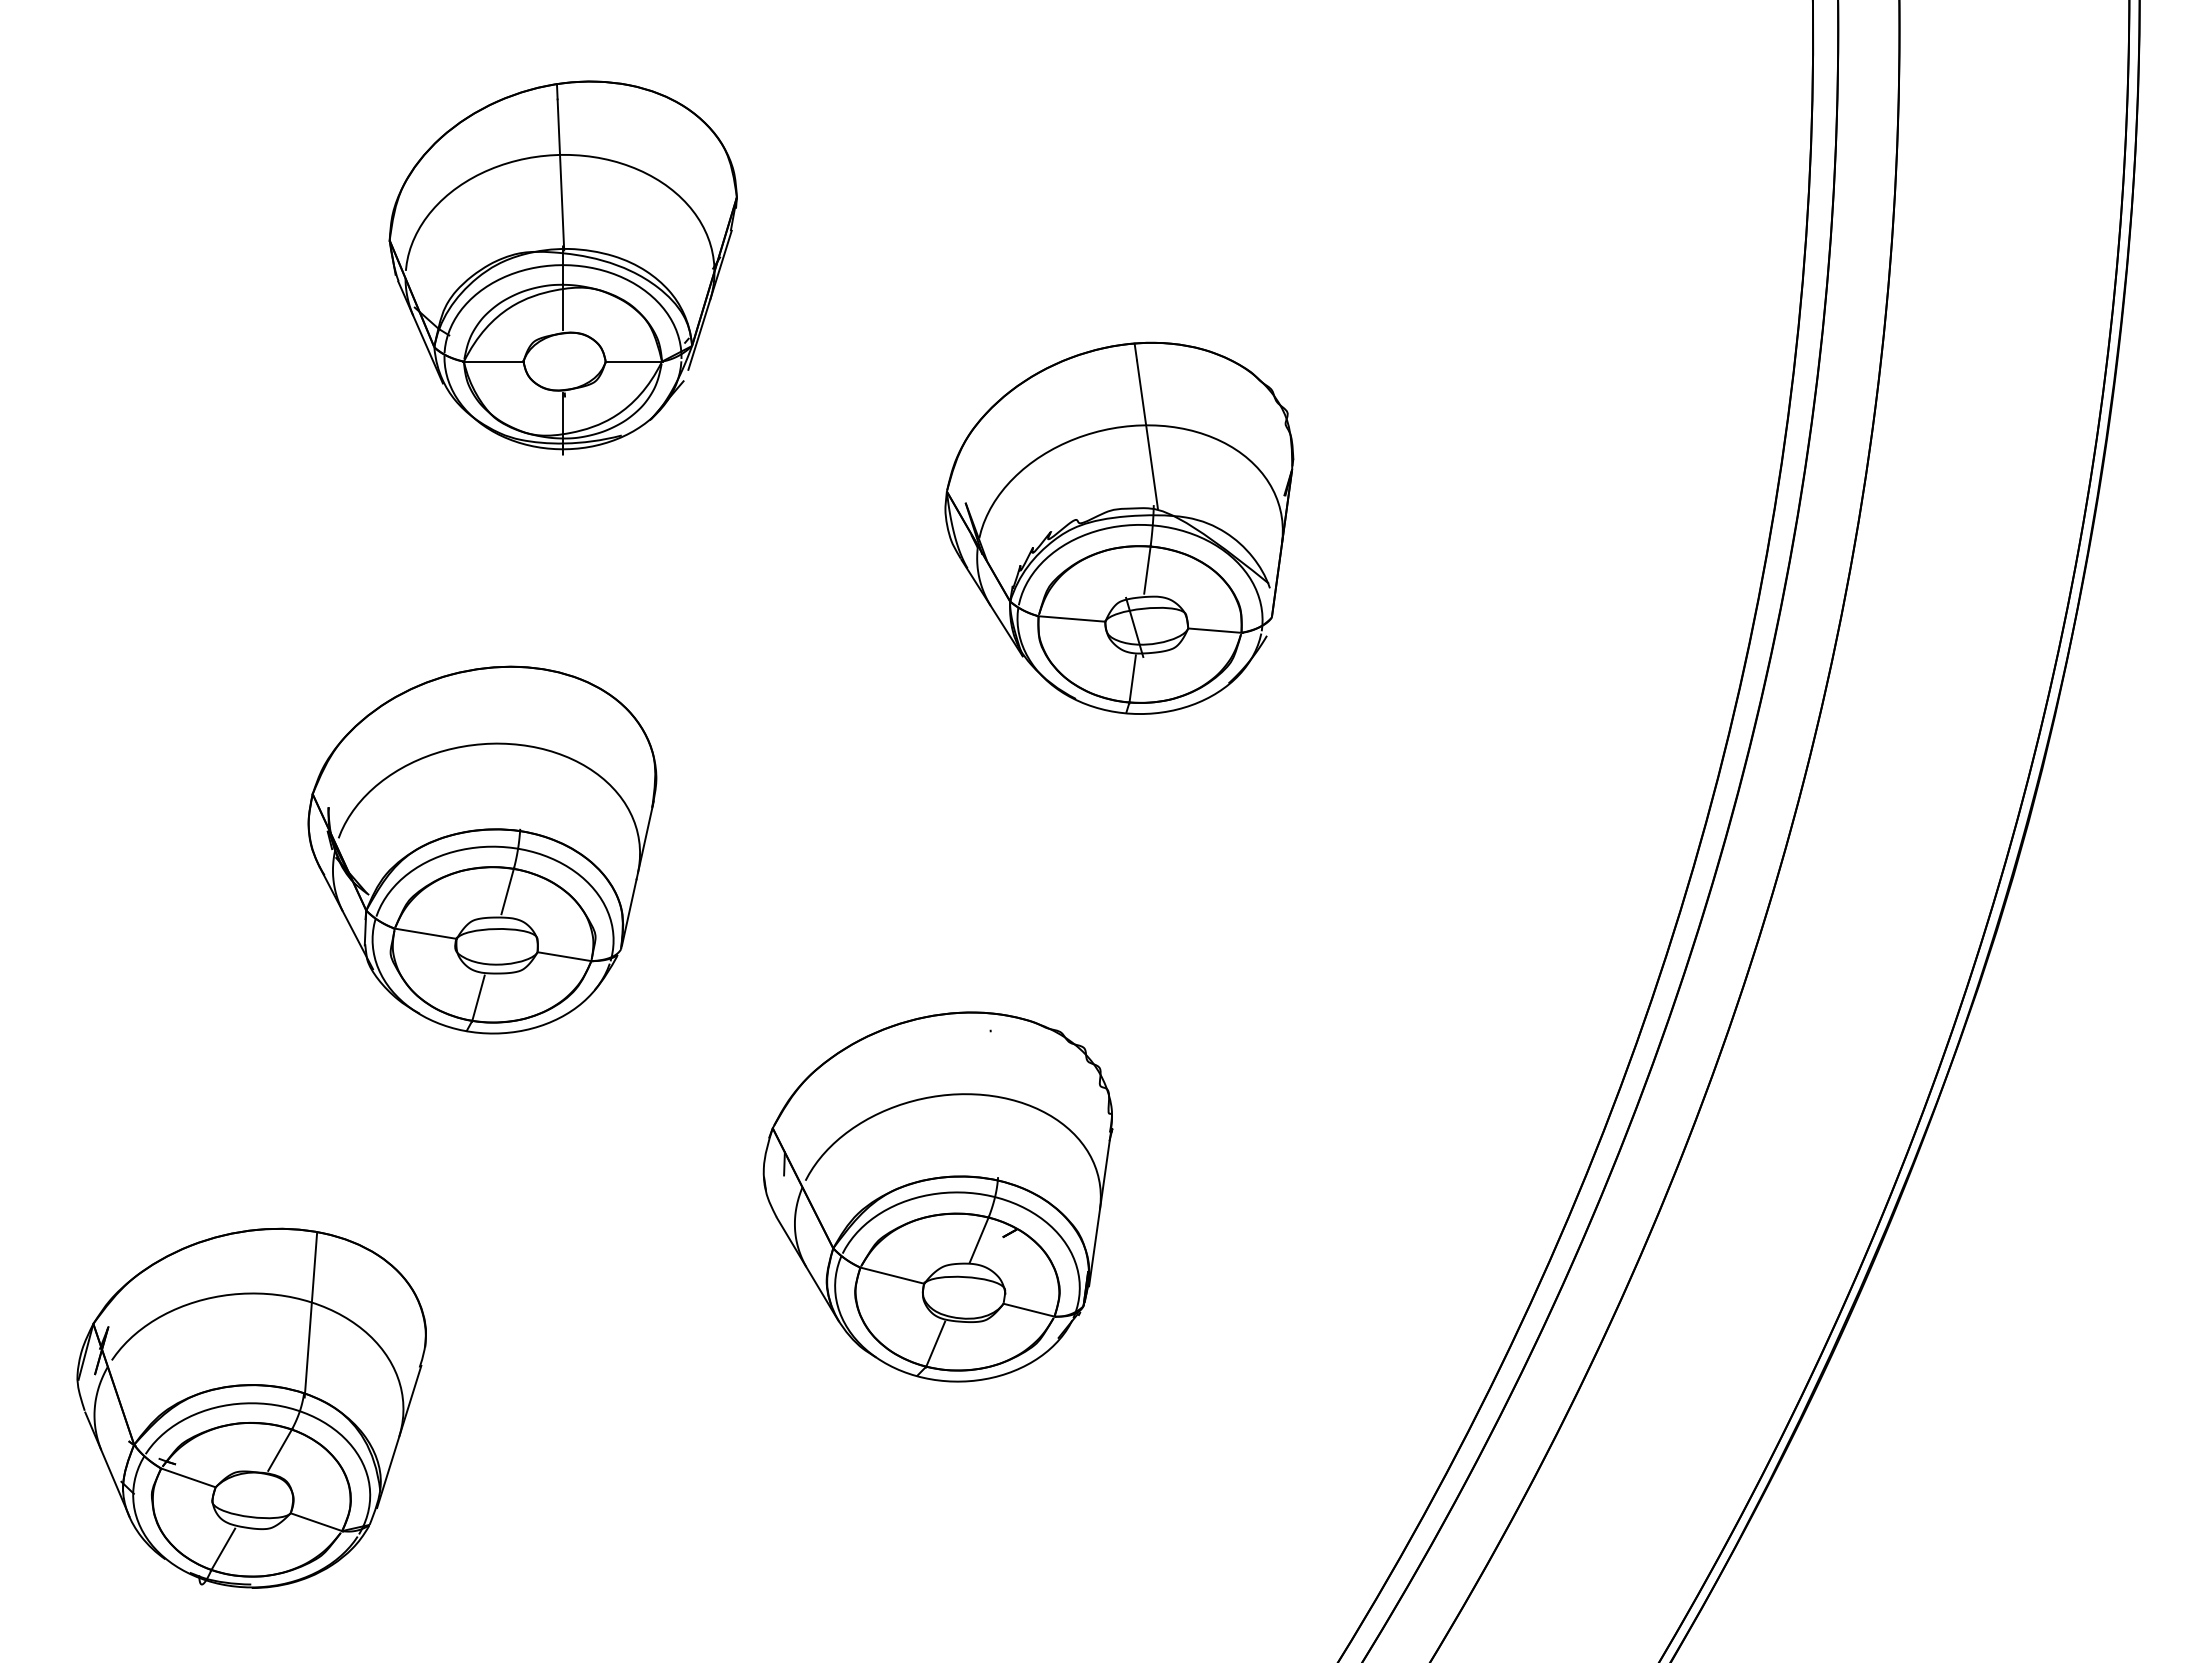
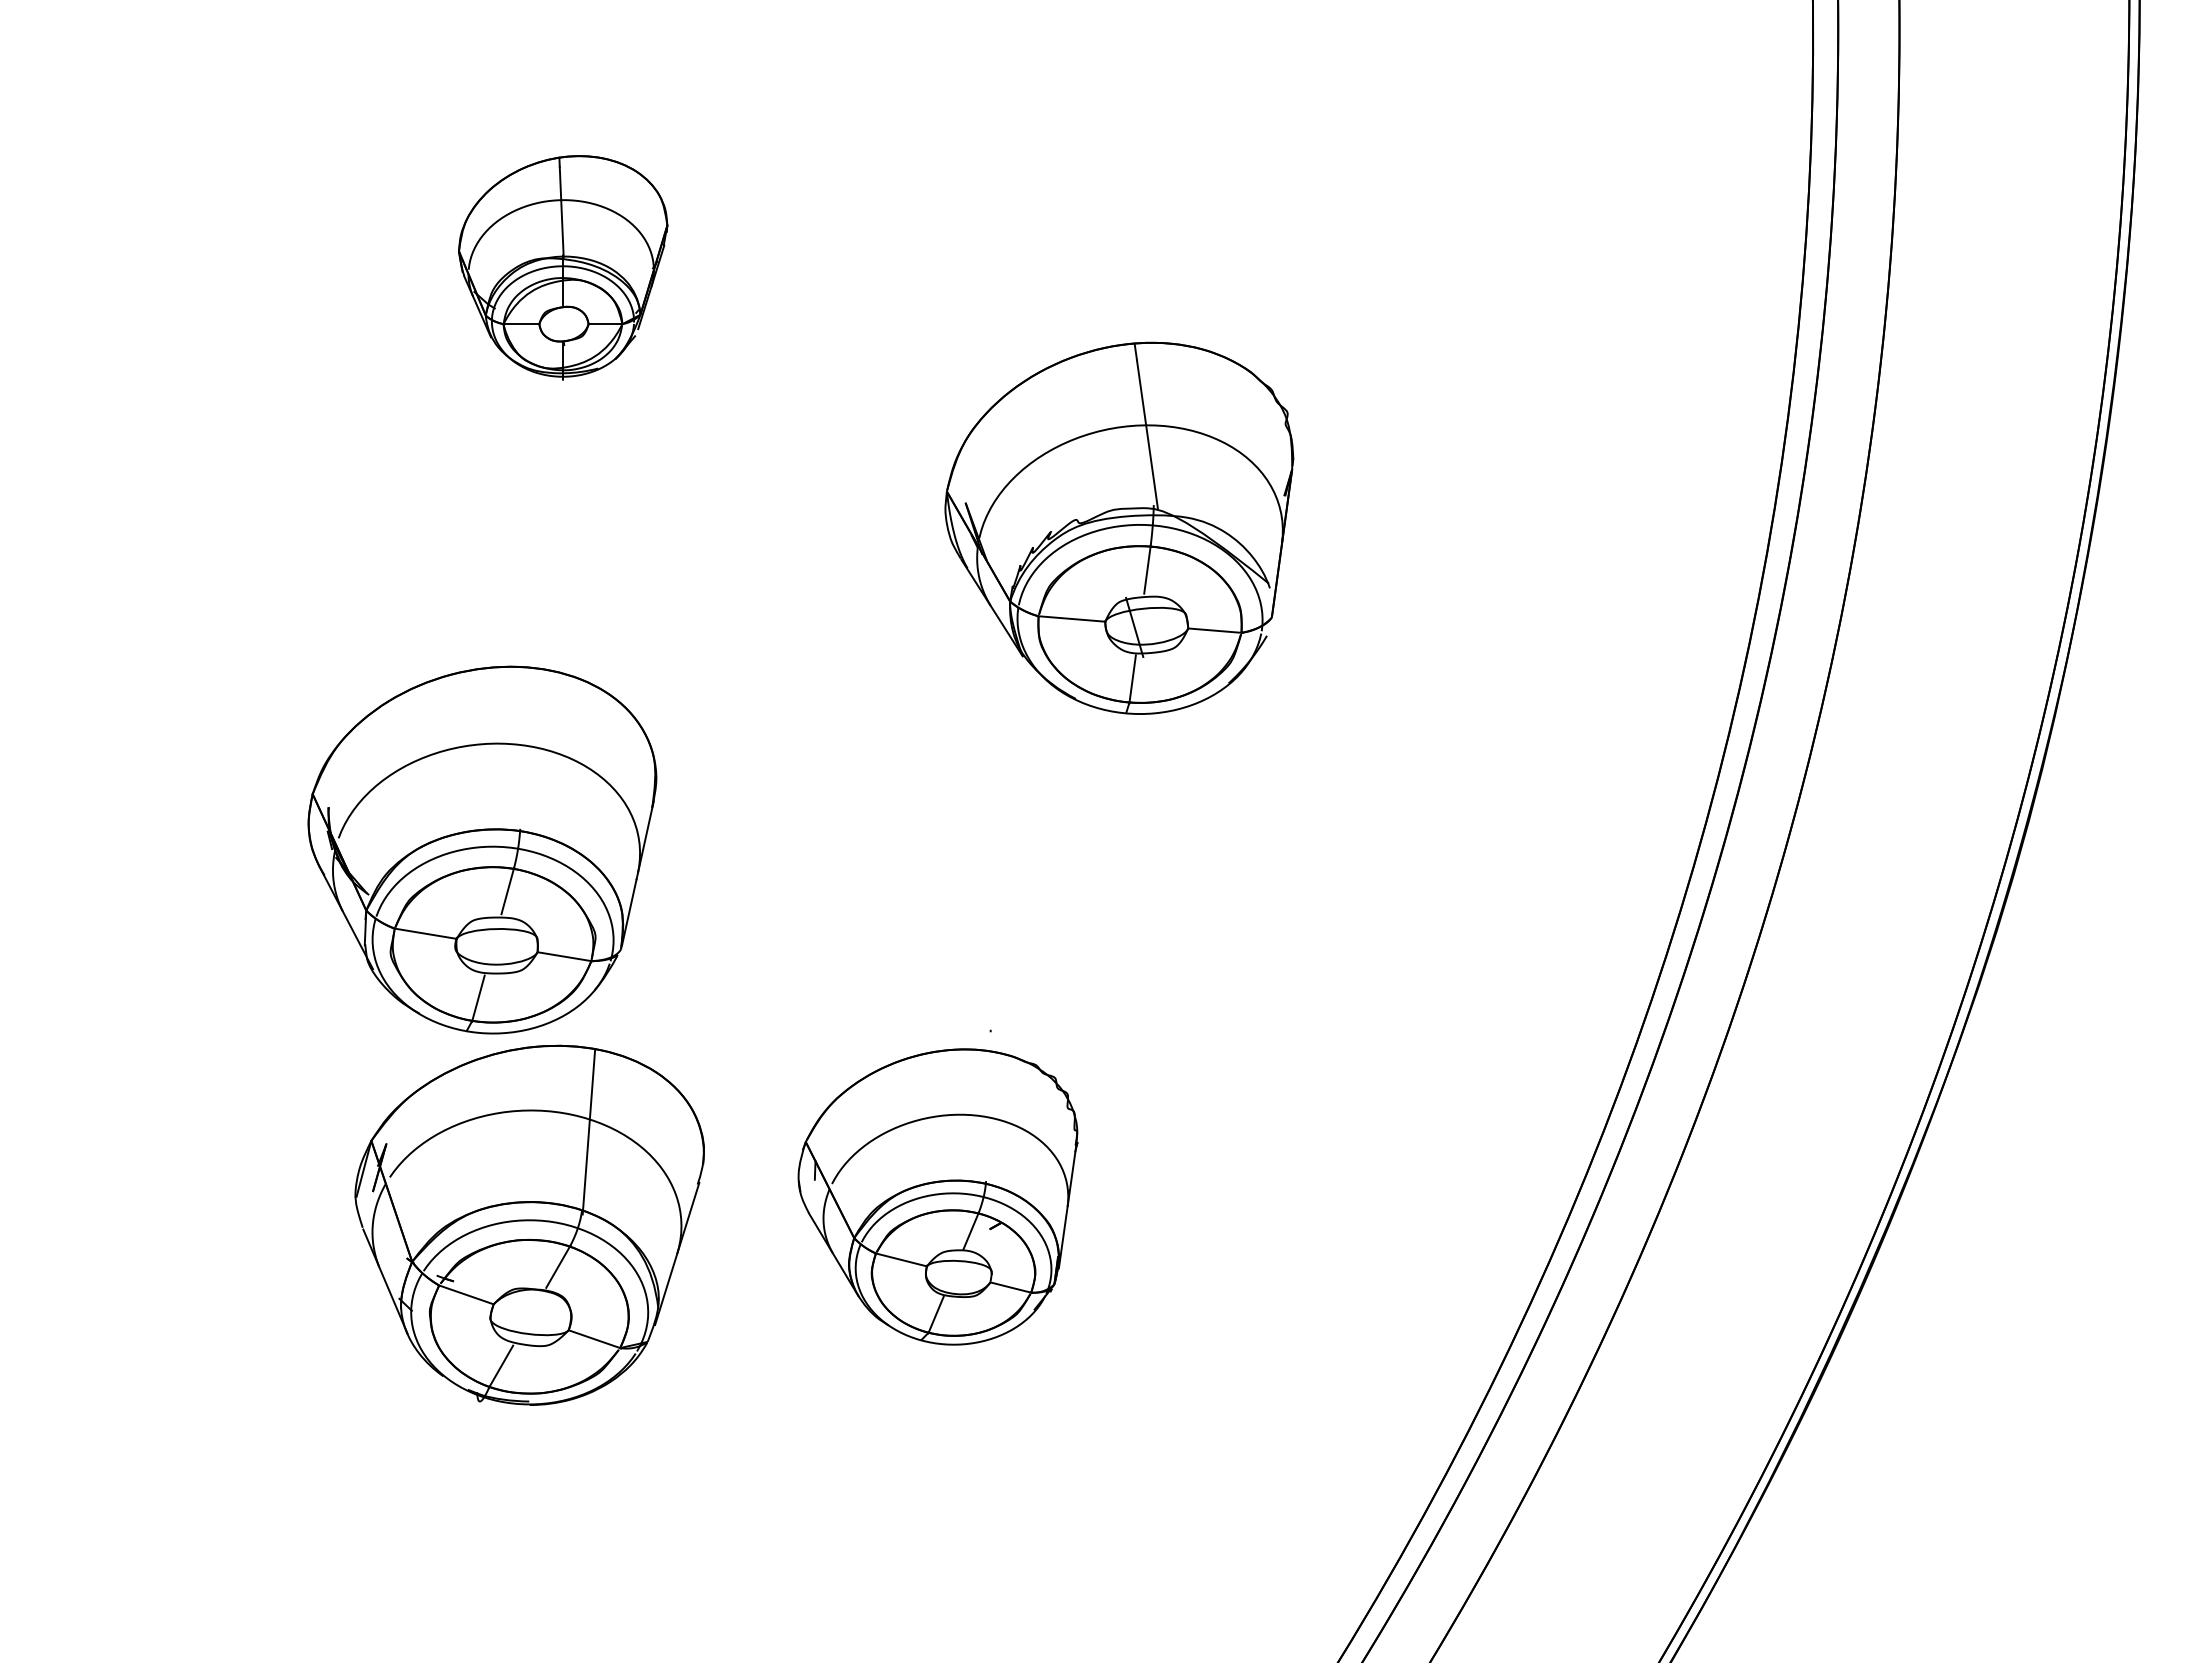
part at (562, 267) size: 350x376 px -> 211x226 px
part at (937, 1196) size: 352x372 px -> 282x298 px
part at (251, 1407) position: (251, 1407) -> (529, 1224)
